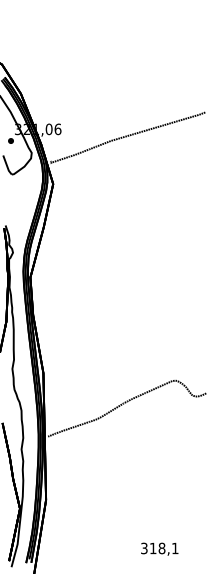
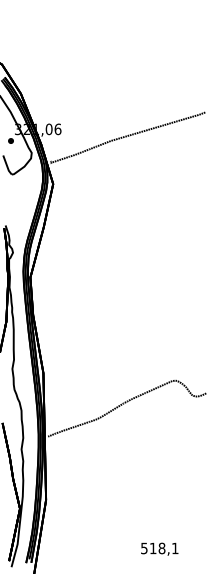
text at (144, 547): 318,1 -> 518,1
